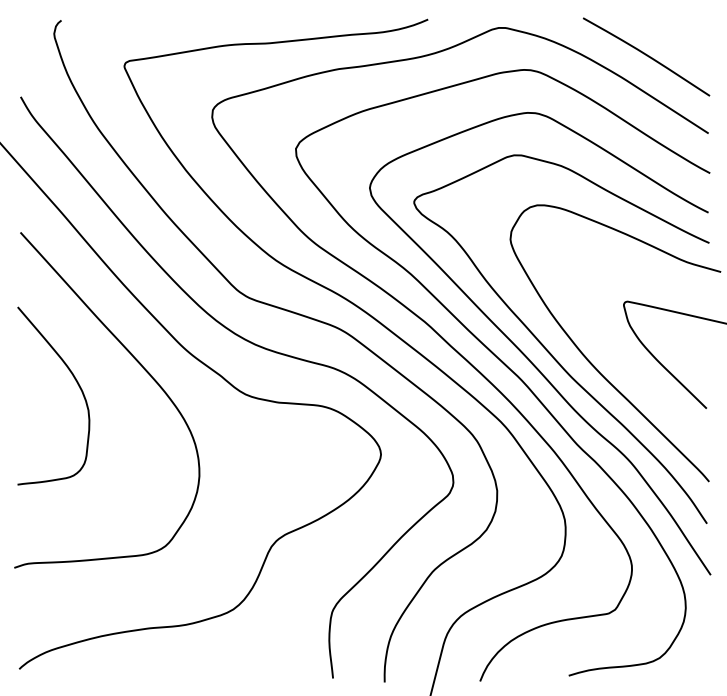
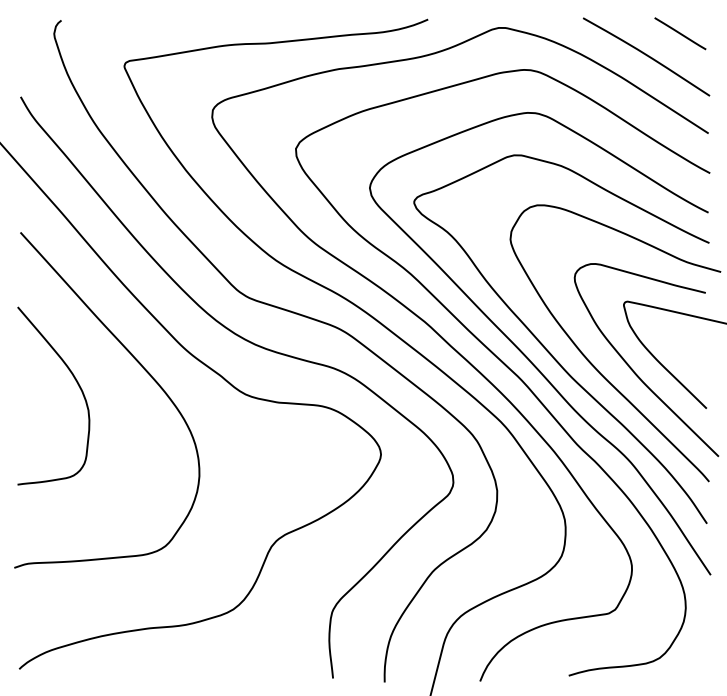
line at (680, 33): none -> present
curve at (633, 369): none -> present
